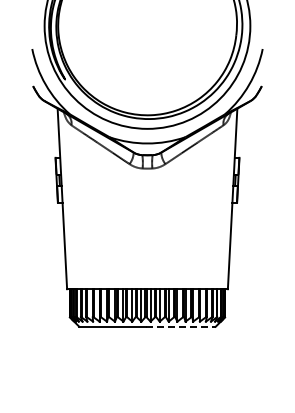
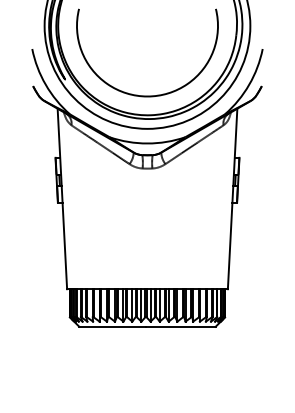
arc at (147, 95): none -> present
line at (180, 326): dashed -> solid
